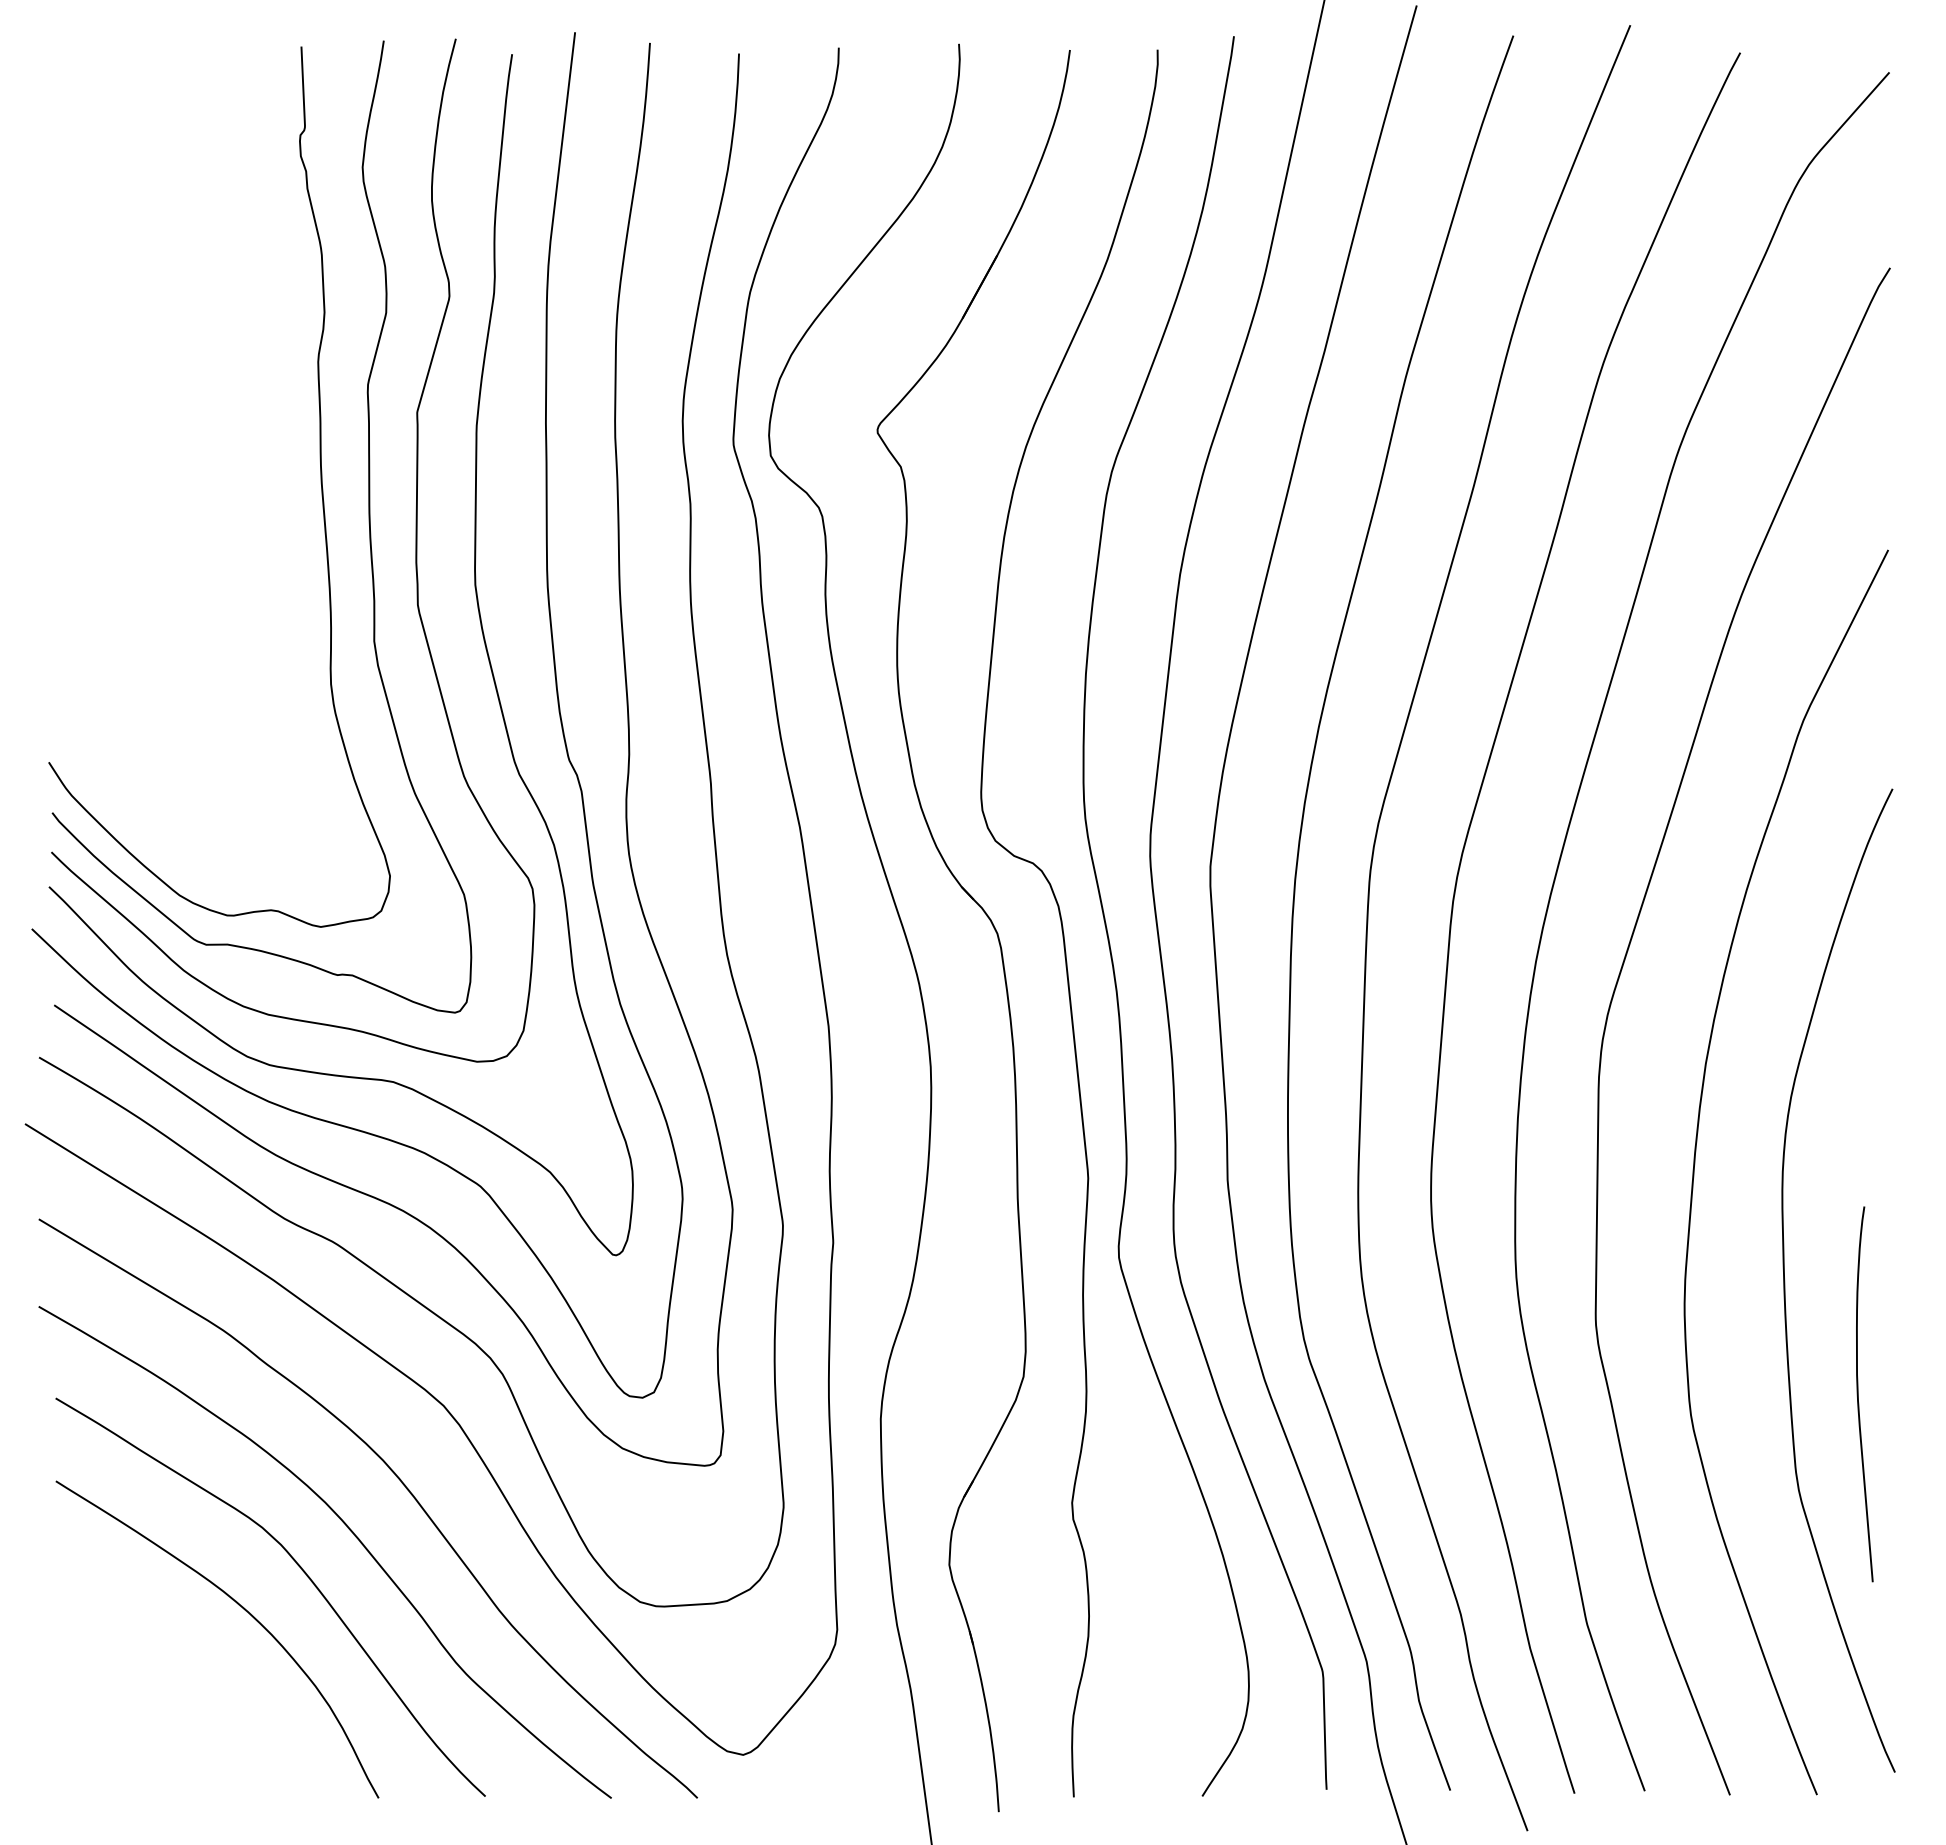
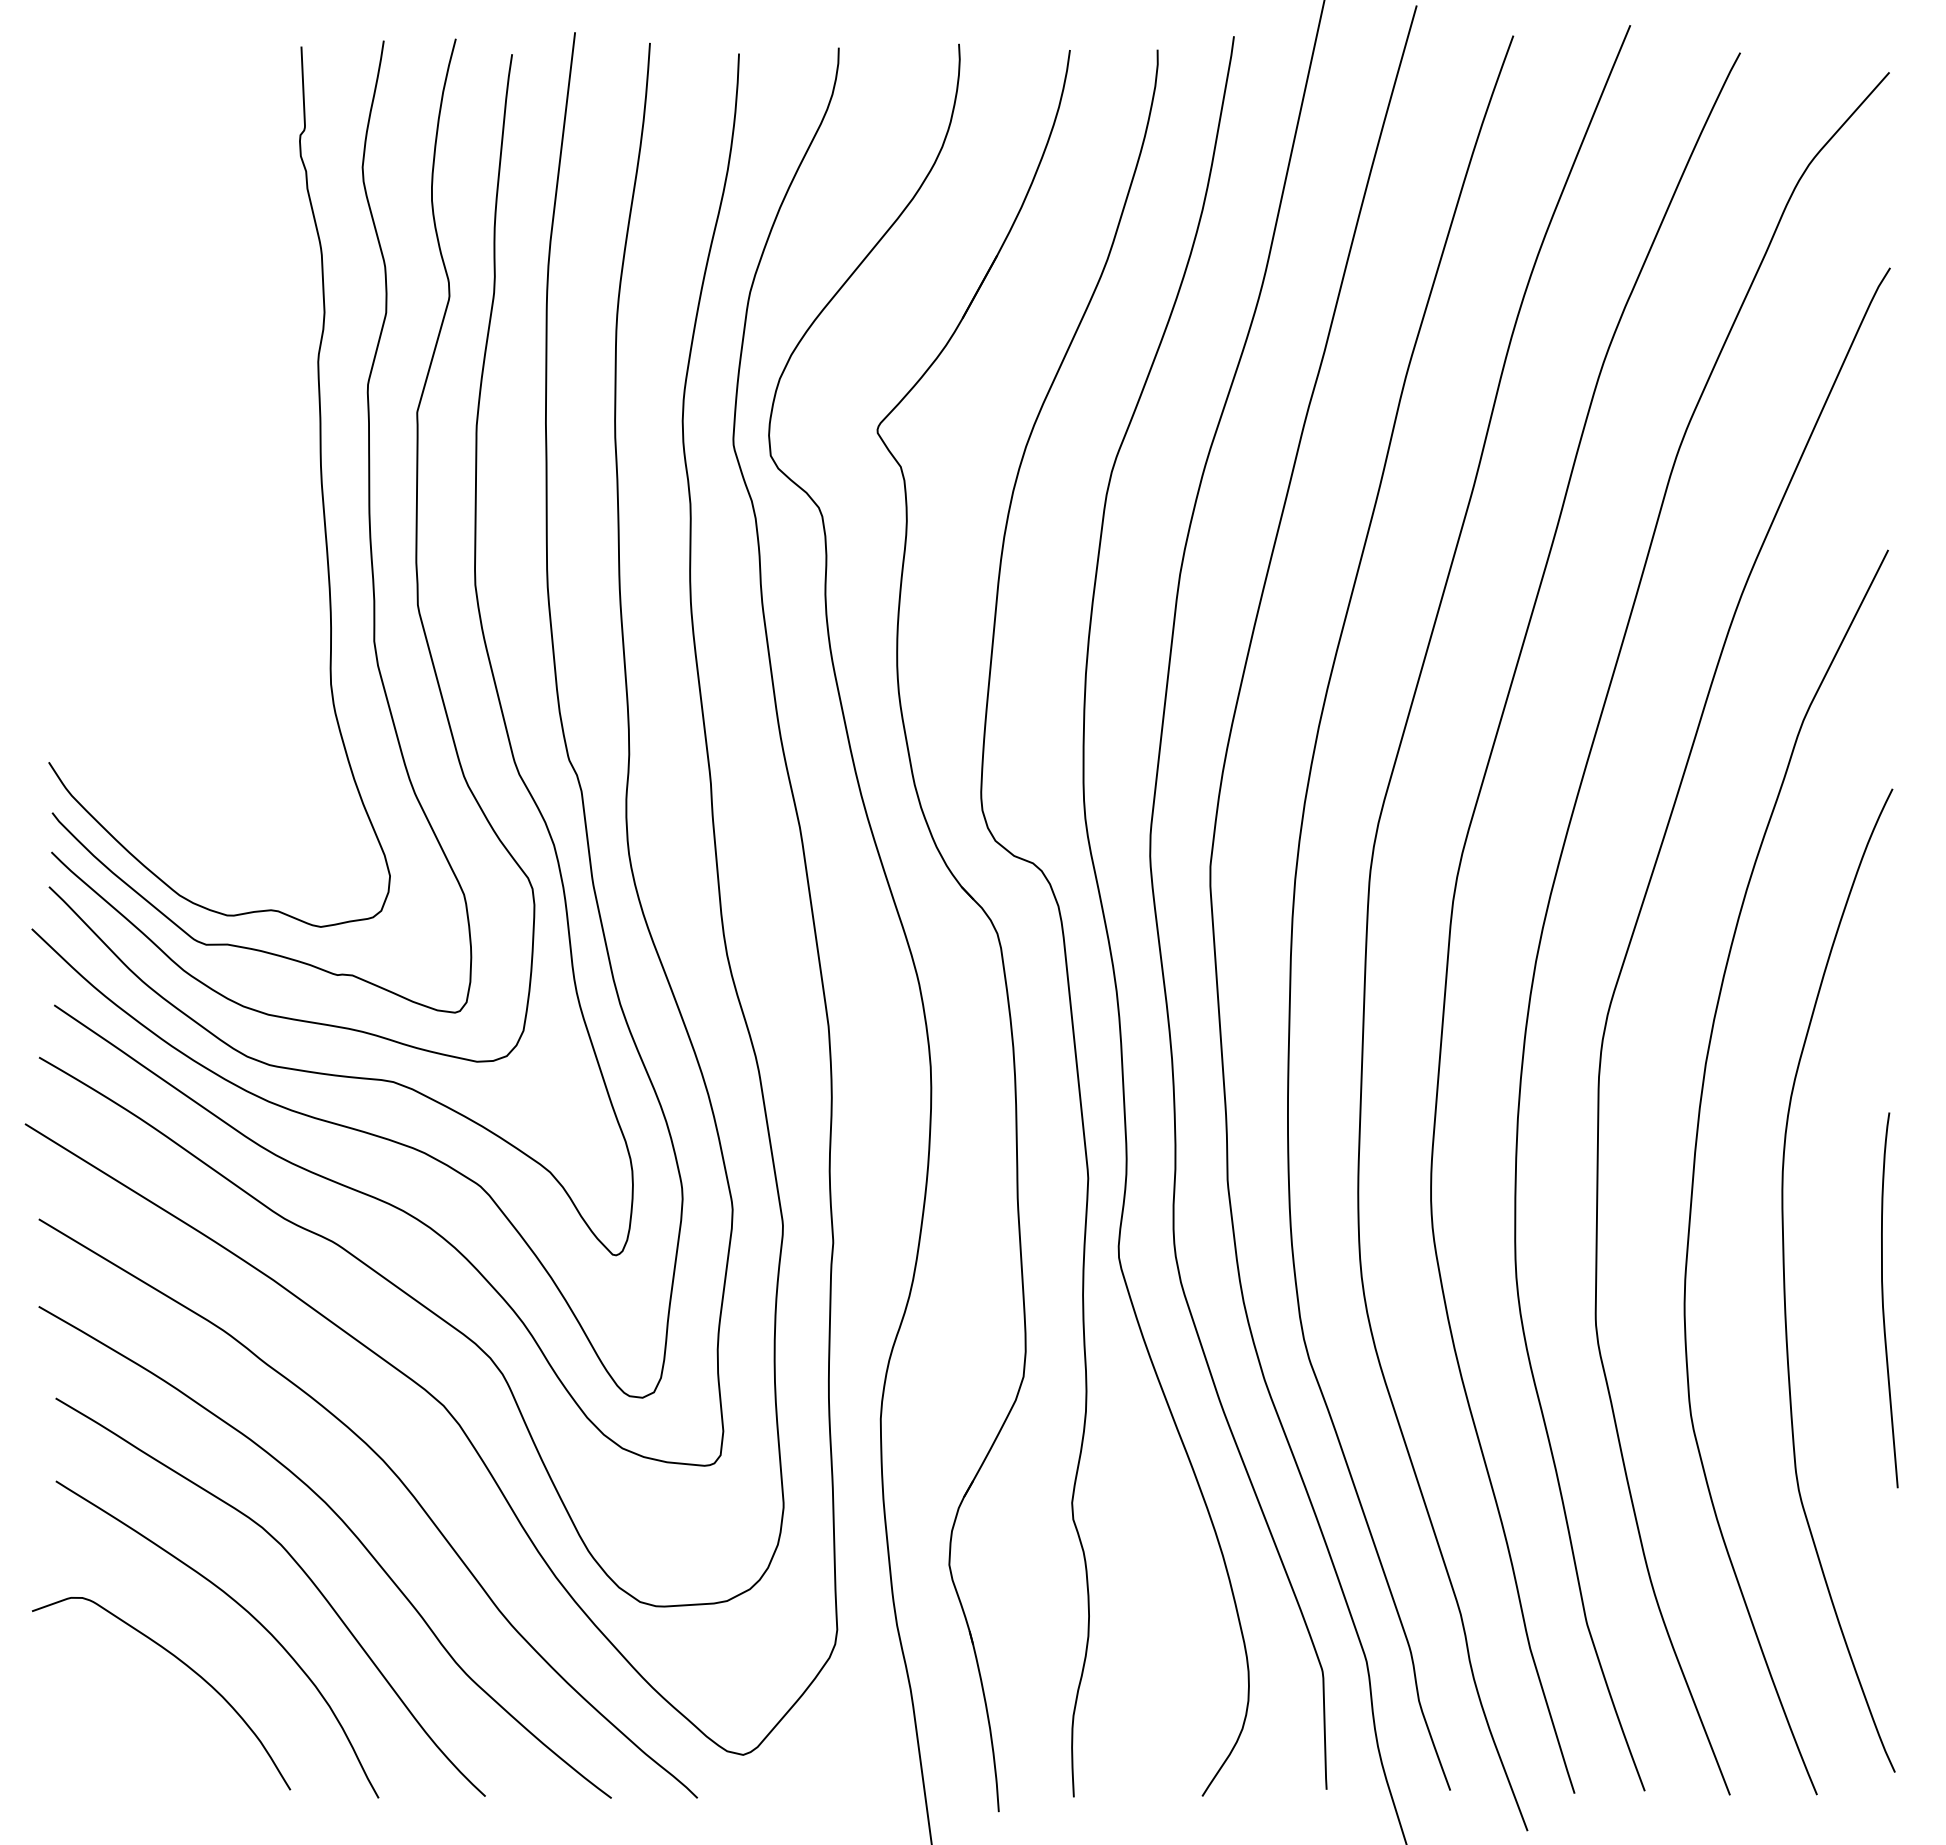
curve at (1858, 1394) position: (1858, 1394) -> (1883, 1300)
curve at (182, 1663): none -> present
